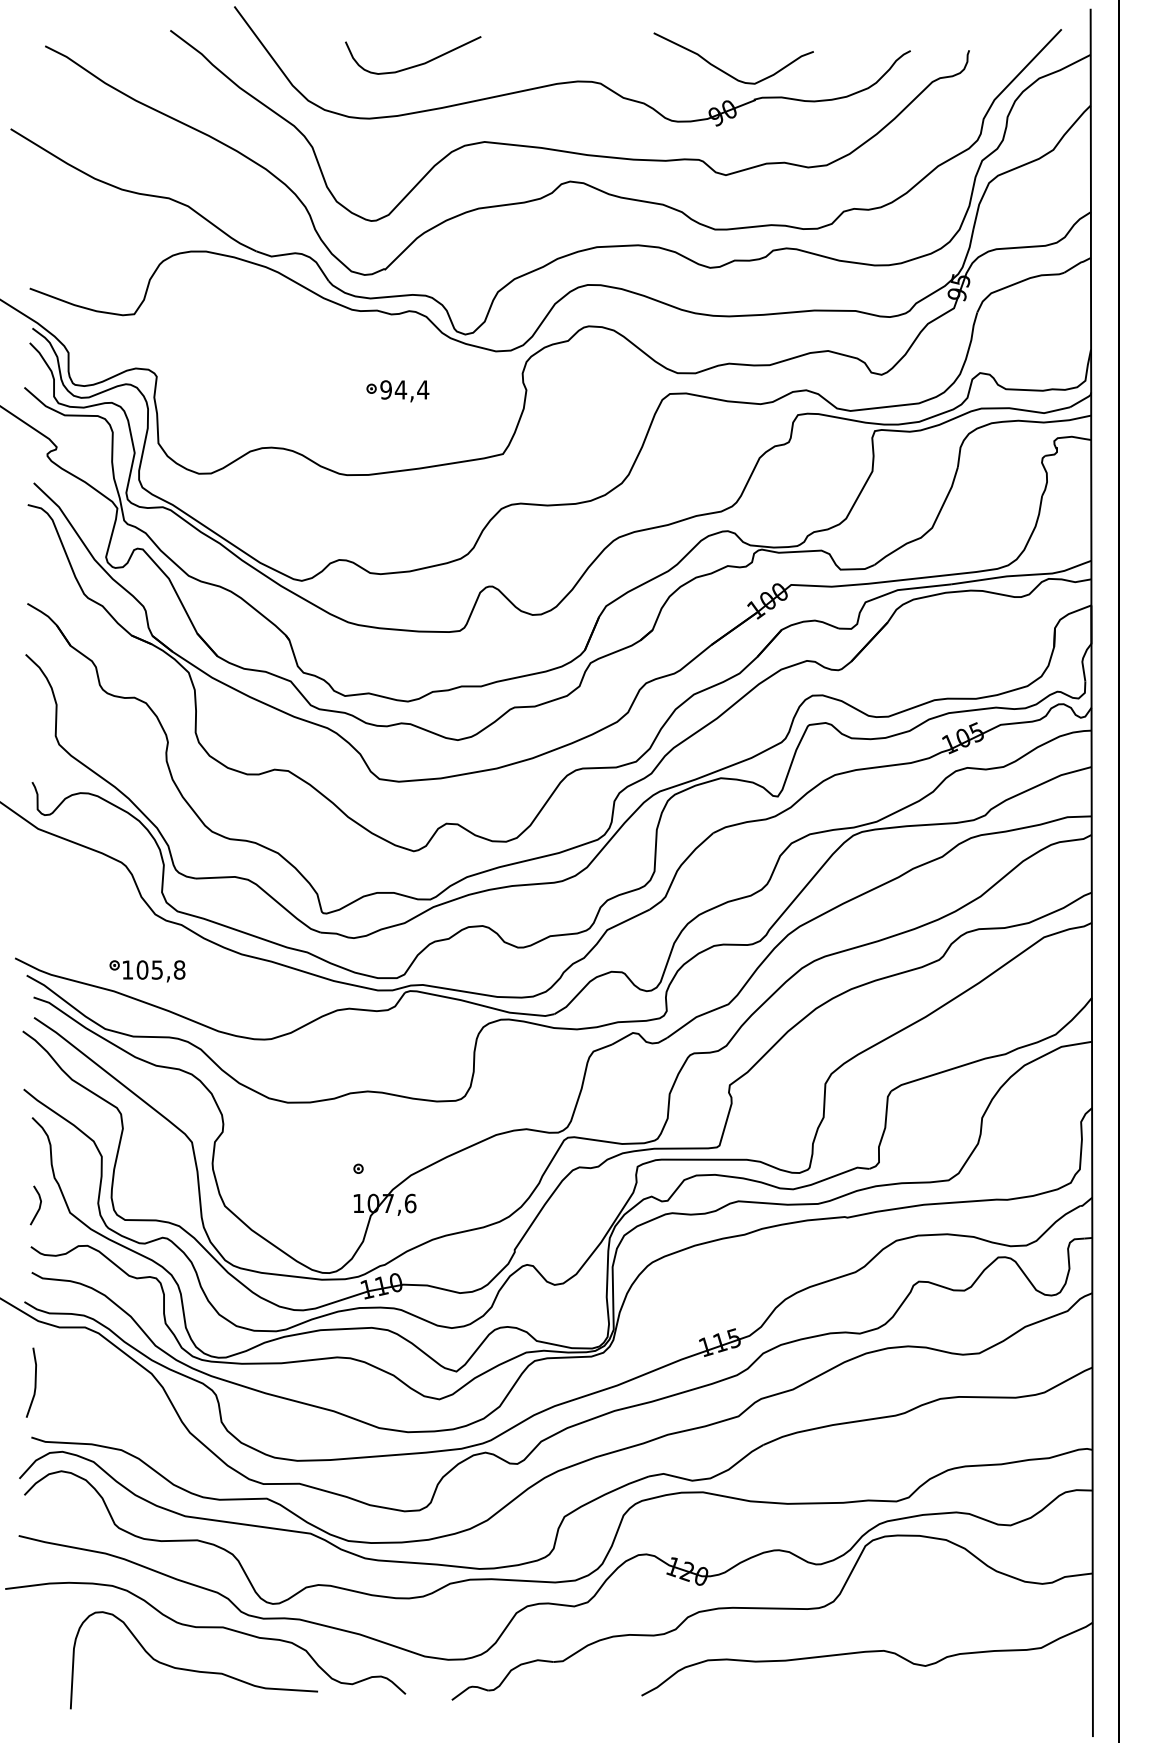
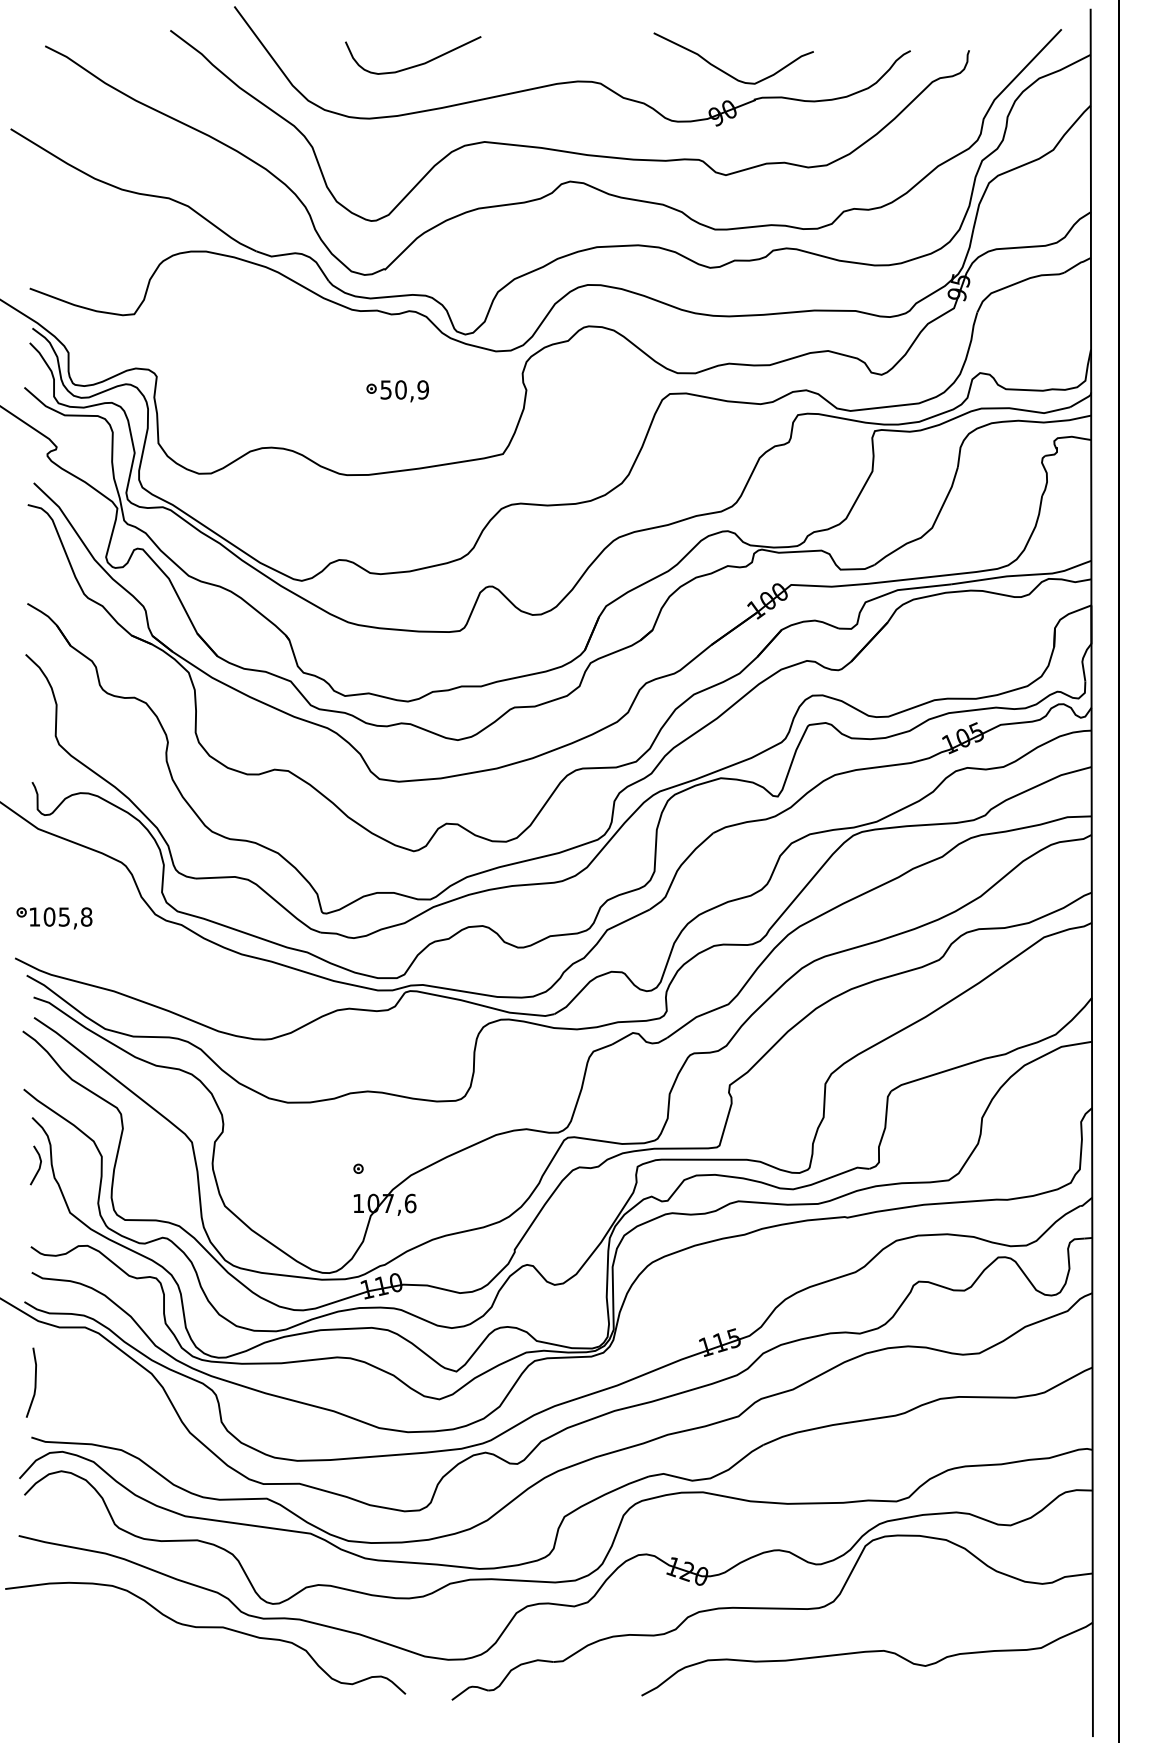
text at (404, 389): 94,4 -> 50,9
part at (147, 971) position: (147, 971) -> (54, 918)
line at (39, 1205) position: (39, 1205) -> (39, 1165)
curve at (192, 1669): present -> none
